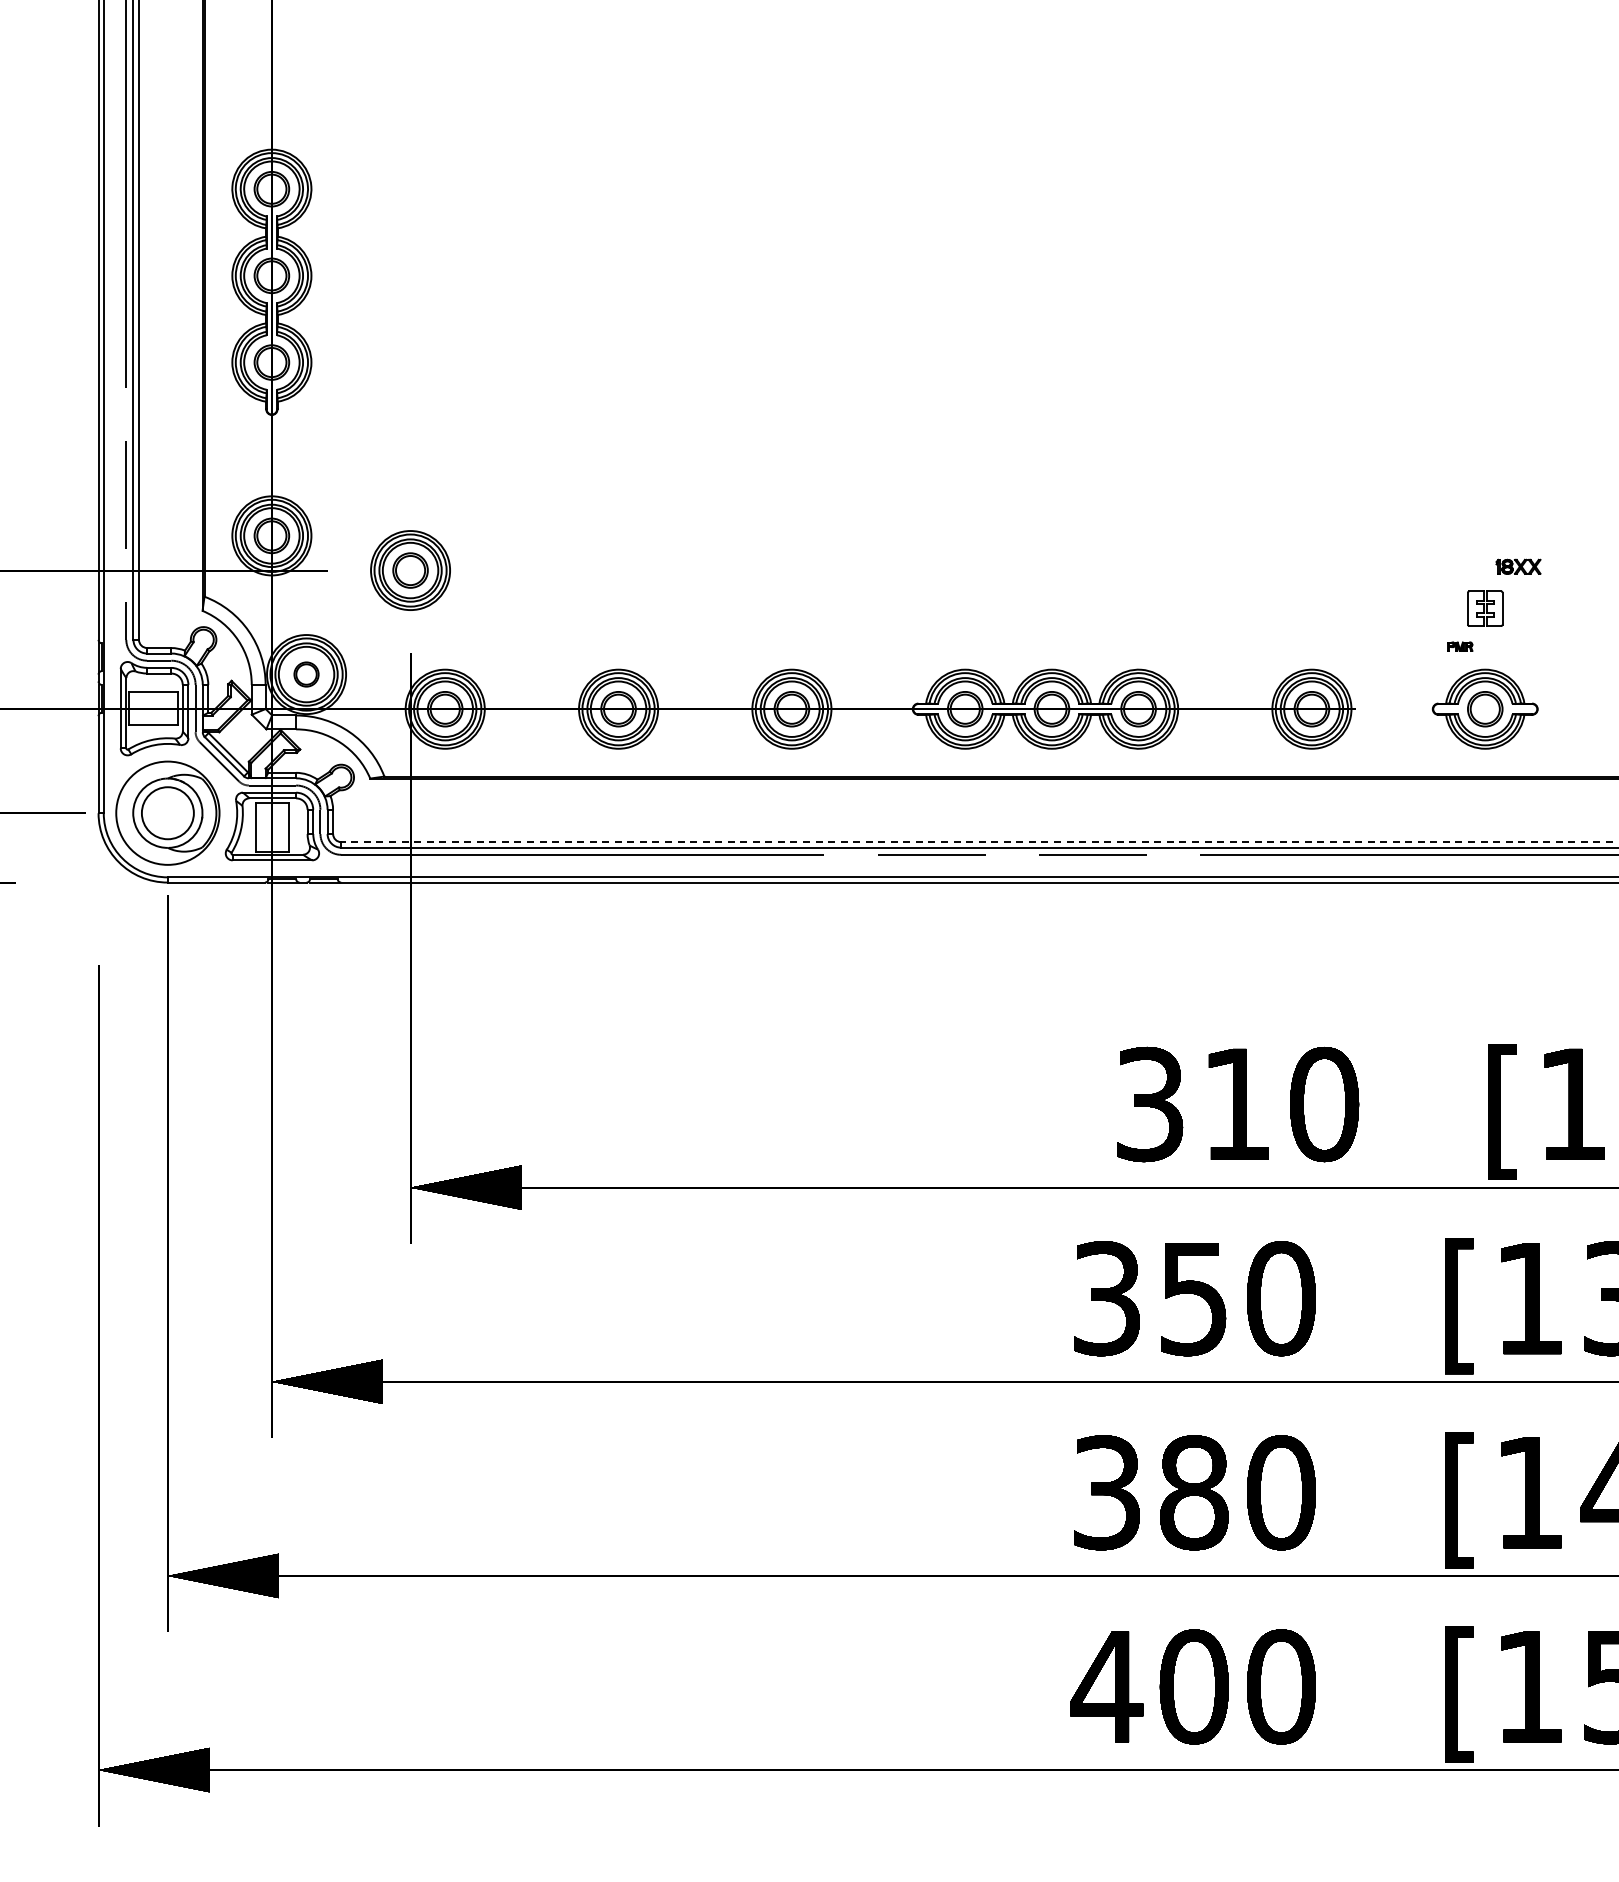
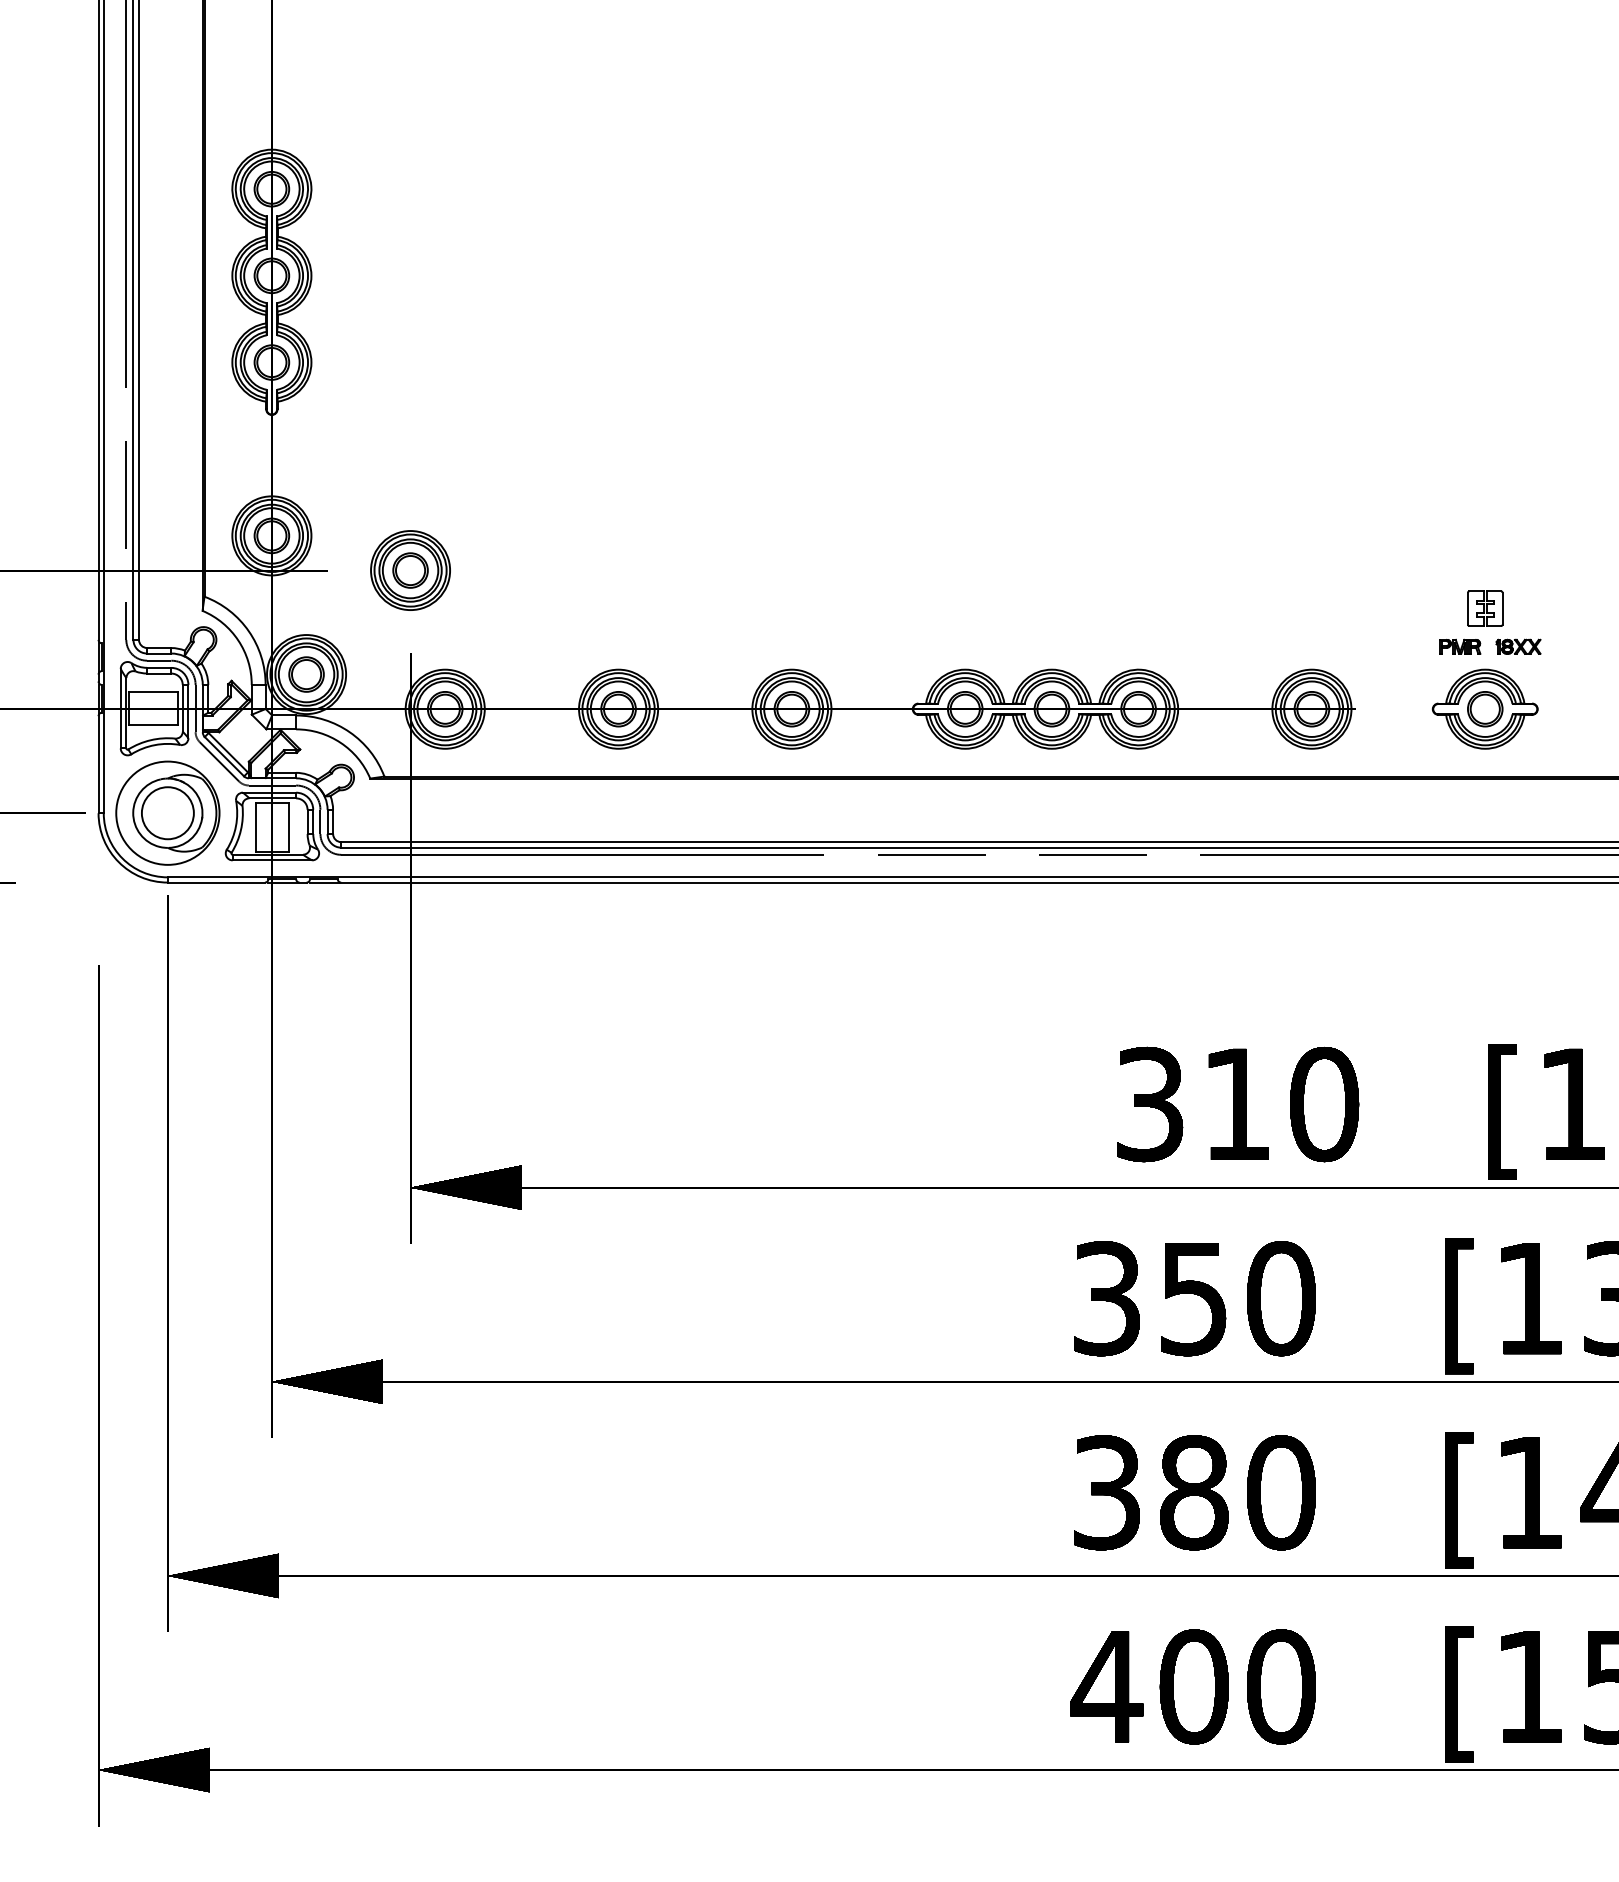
part at (1518, 566) position: (1518, 566) -> (1518, 646)
part at (1460, 646) size: 27x11 px -> 43x17 px
part at (306, 674) size: 27x27 px -> 37x37 px
line at (979, 842): dashed -> solid
